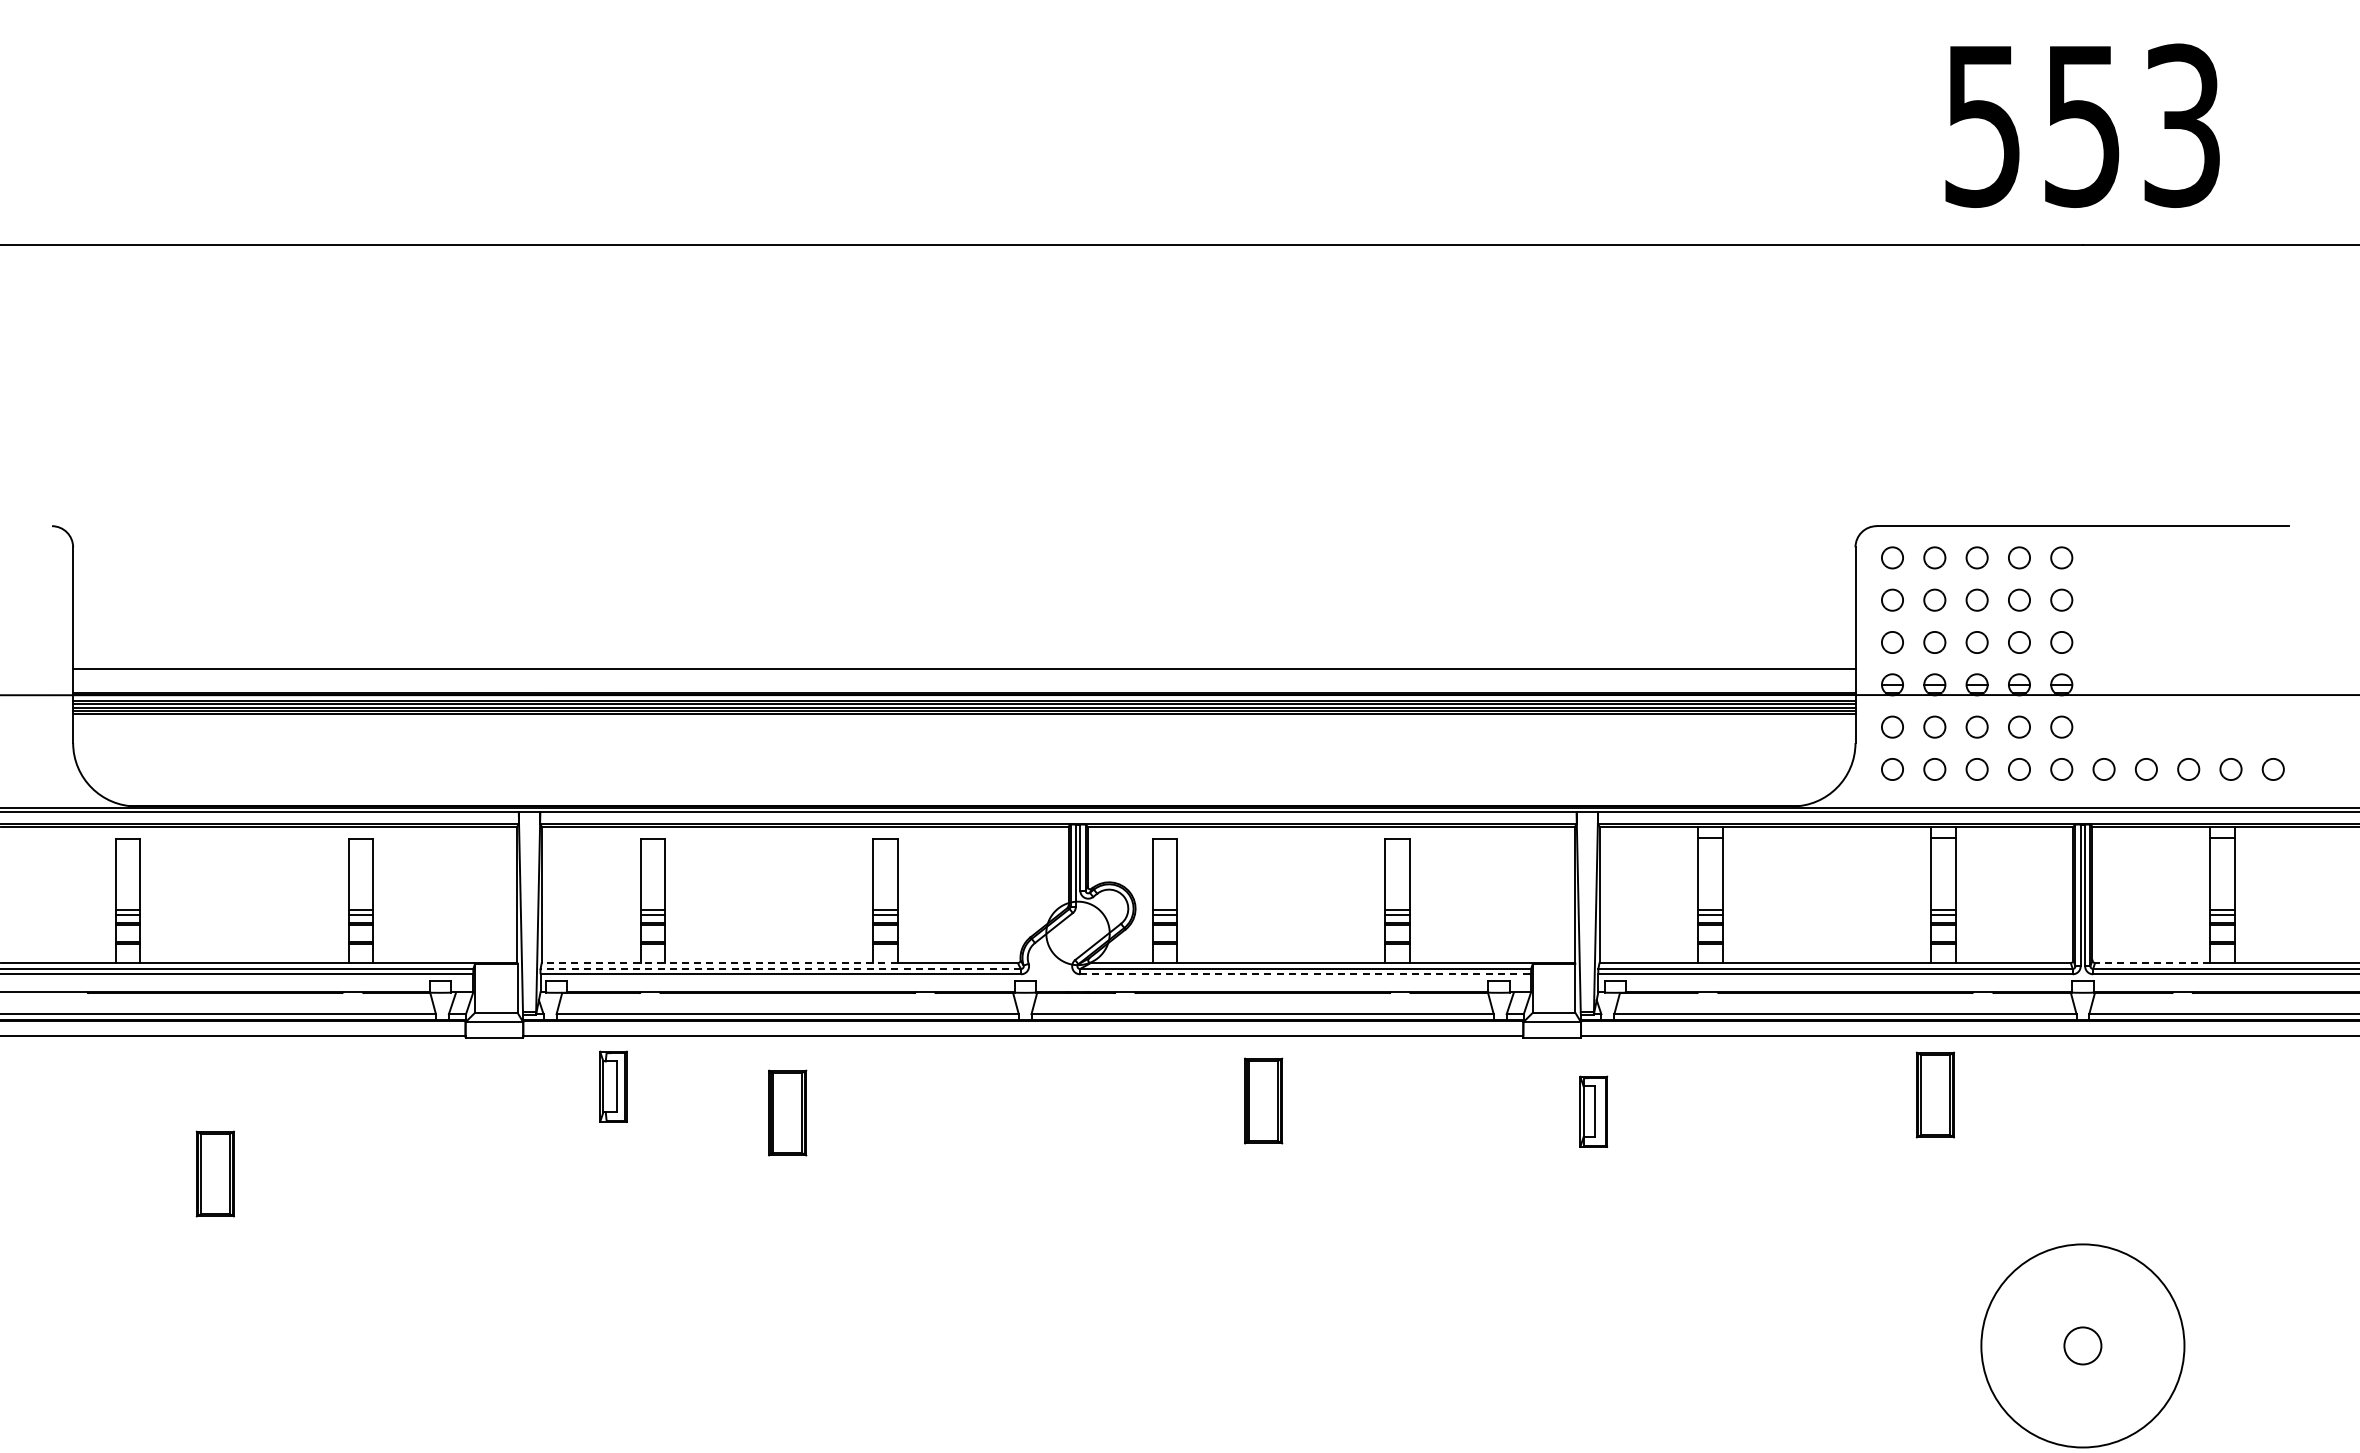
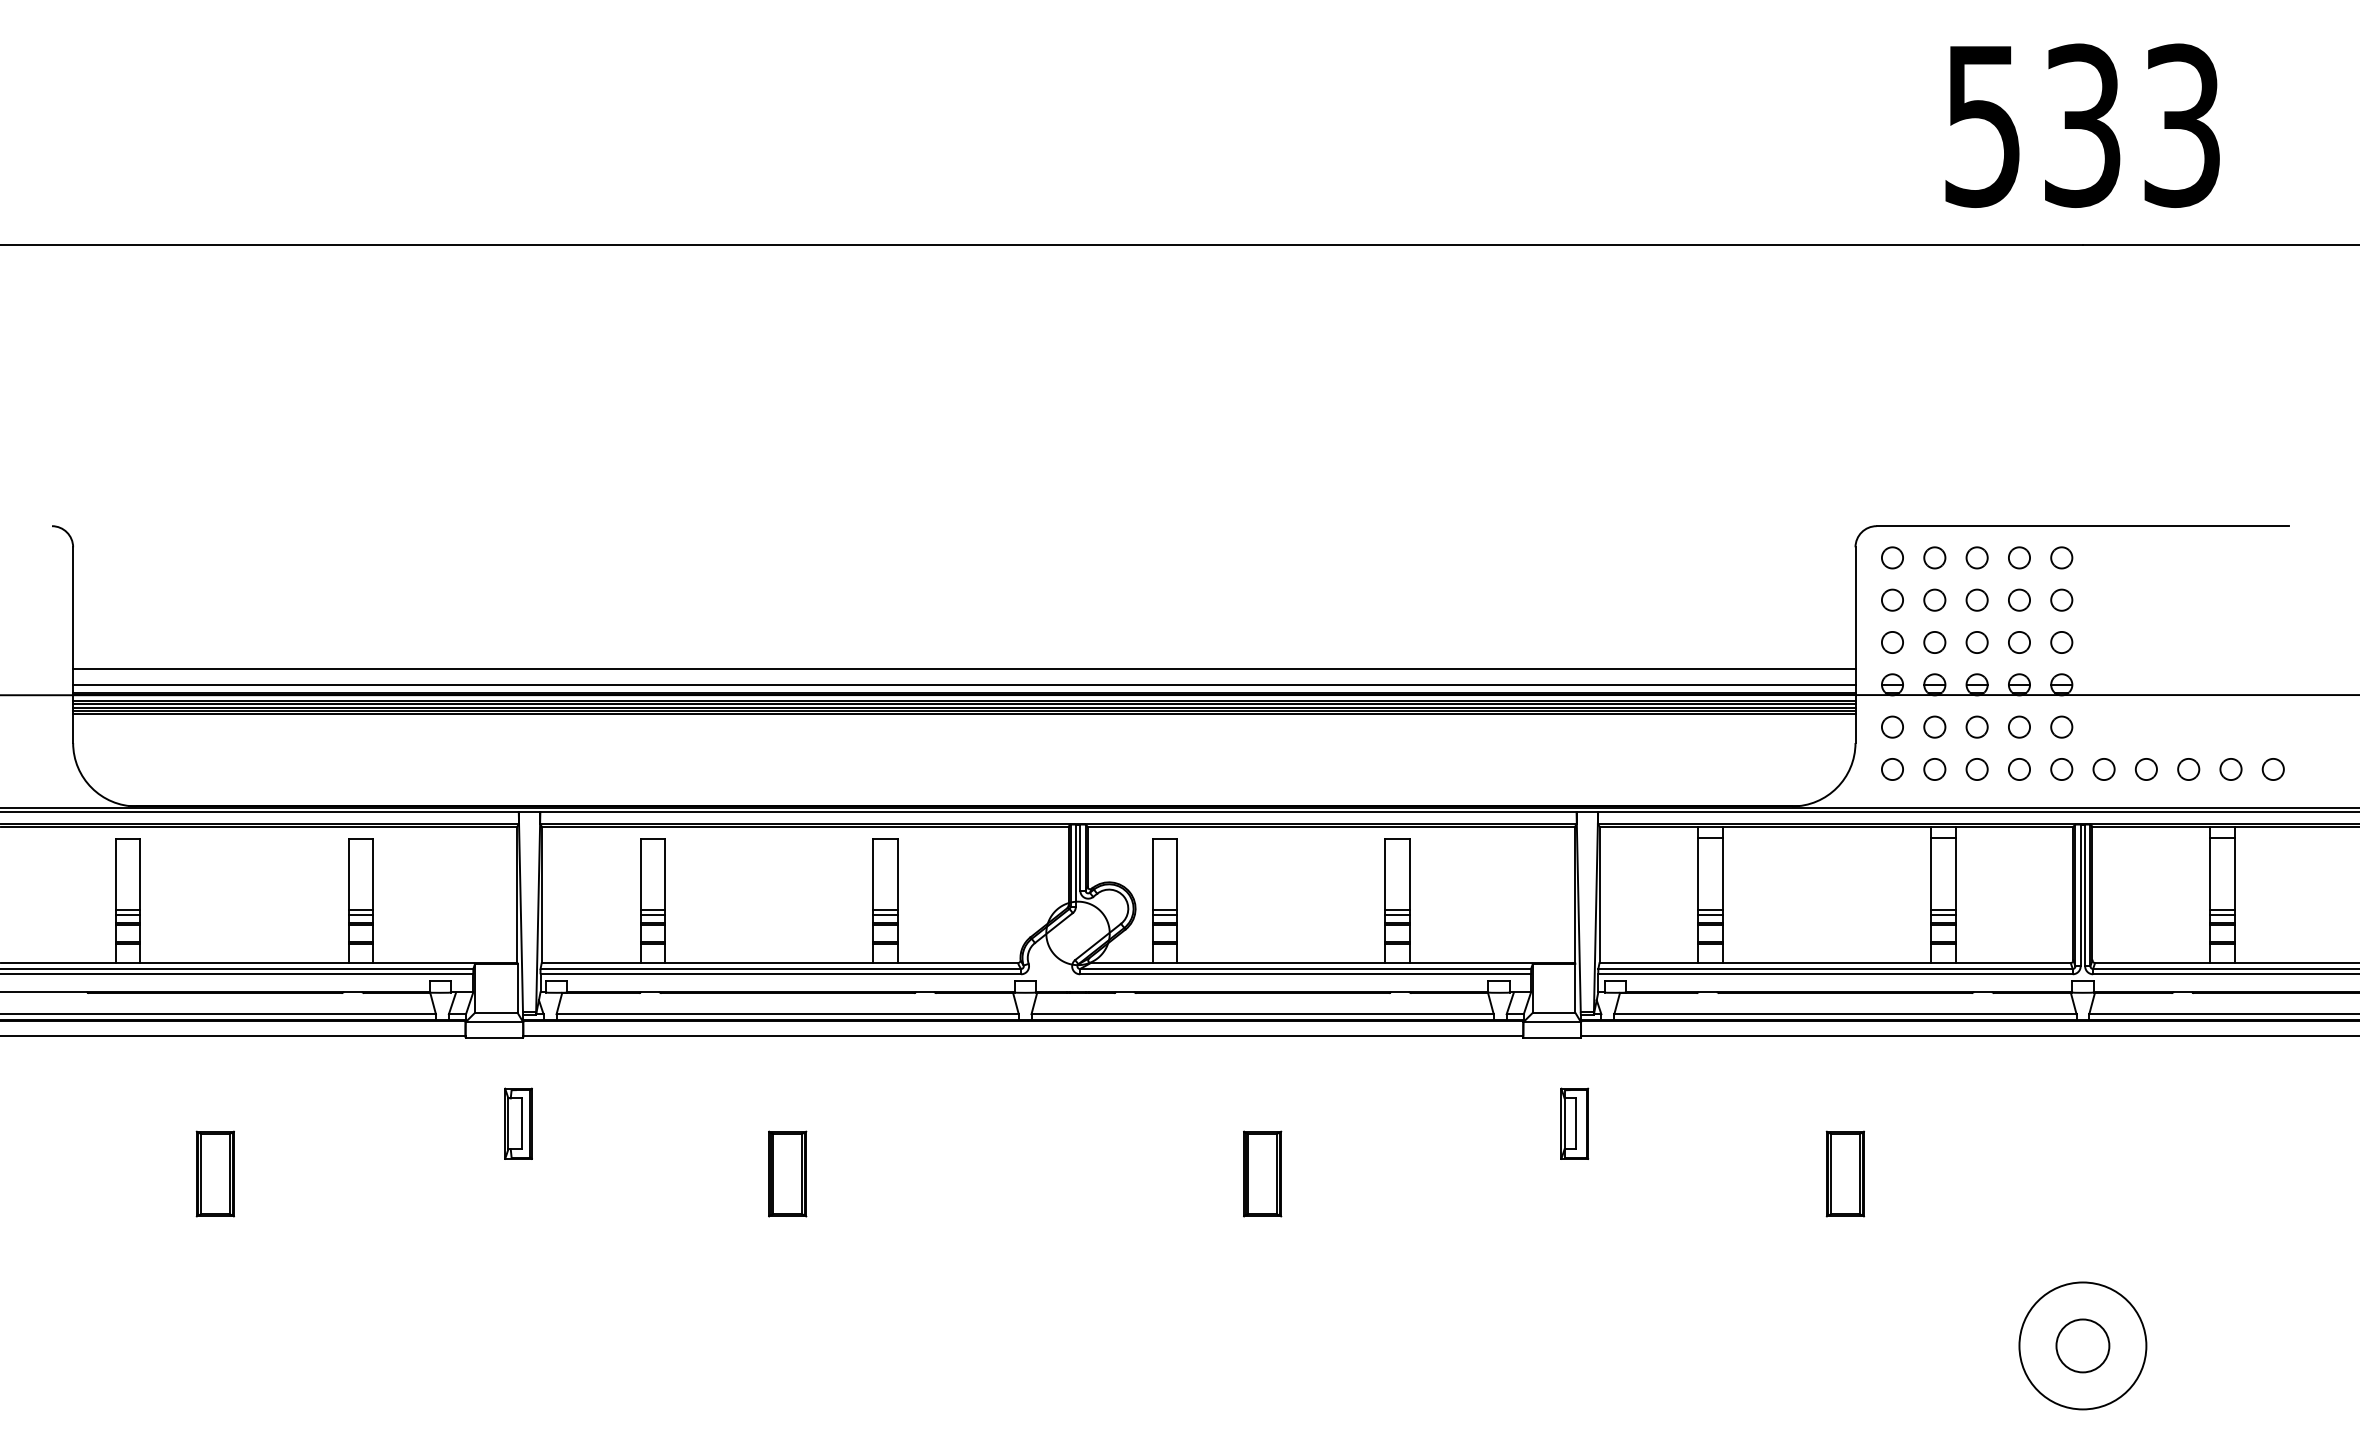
text at (2082, 125): 553 -> 533
line at (964, 684): none -> present
line at (719, 963): dashed -> solid
line at (2152, 963): dashed -> solid
line at (780, 969): dashed -> solid
line at (1306, 974): dashed -> solid
part at (613, 1086) position: (613, 1086) -> (518, 1123)
part at (1934, 1094) position: (1934, 1094) -> (1844, 1173)
part at (1263, 1100) position: (1263, 1100) -> (1262, 1173)
part at (1593, 1111) position: (1593, 1111) -> (1574, 1123)
part at (787, 1112) position: (787, 1112) -> (787, 1173)
circle at (2082, 1345) diameter: 203 px -> 127 px
circle at (2082, 1345) diameter: 37 px -> 53 px
